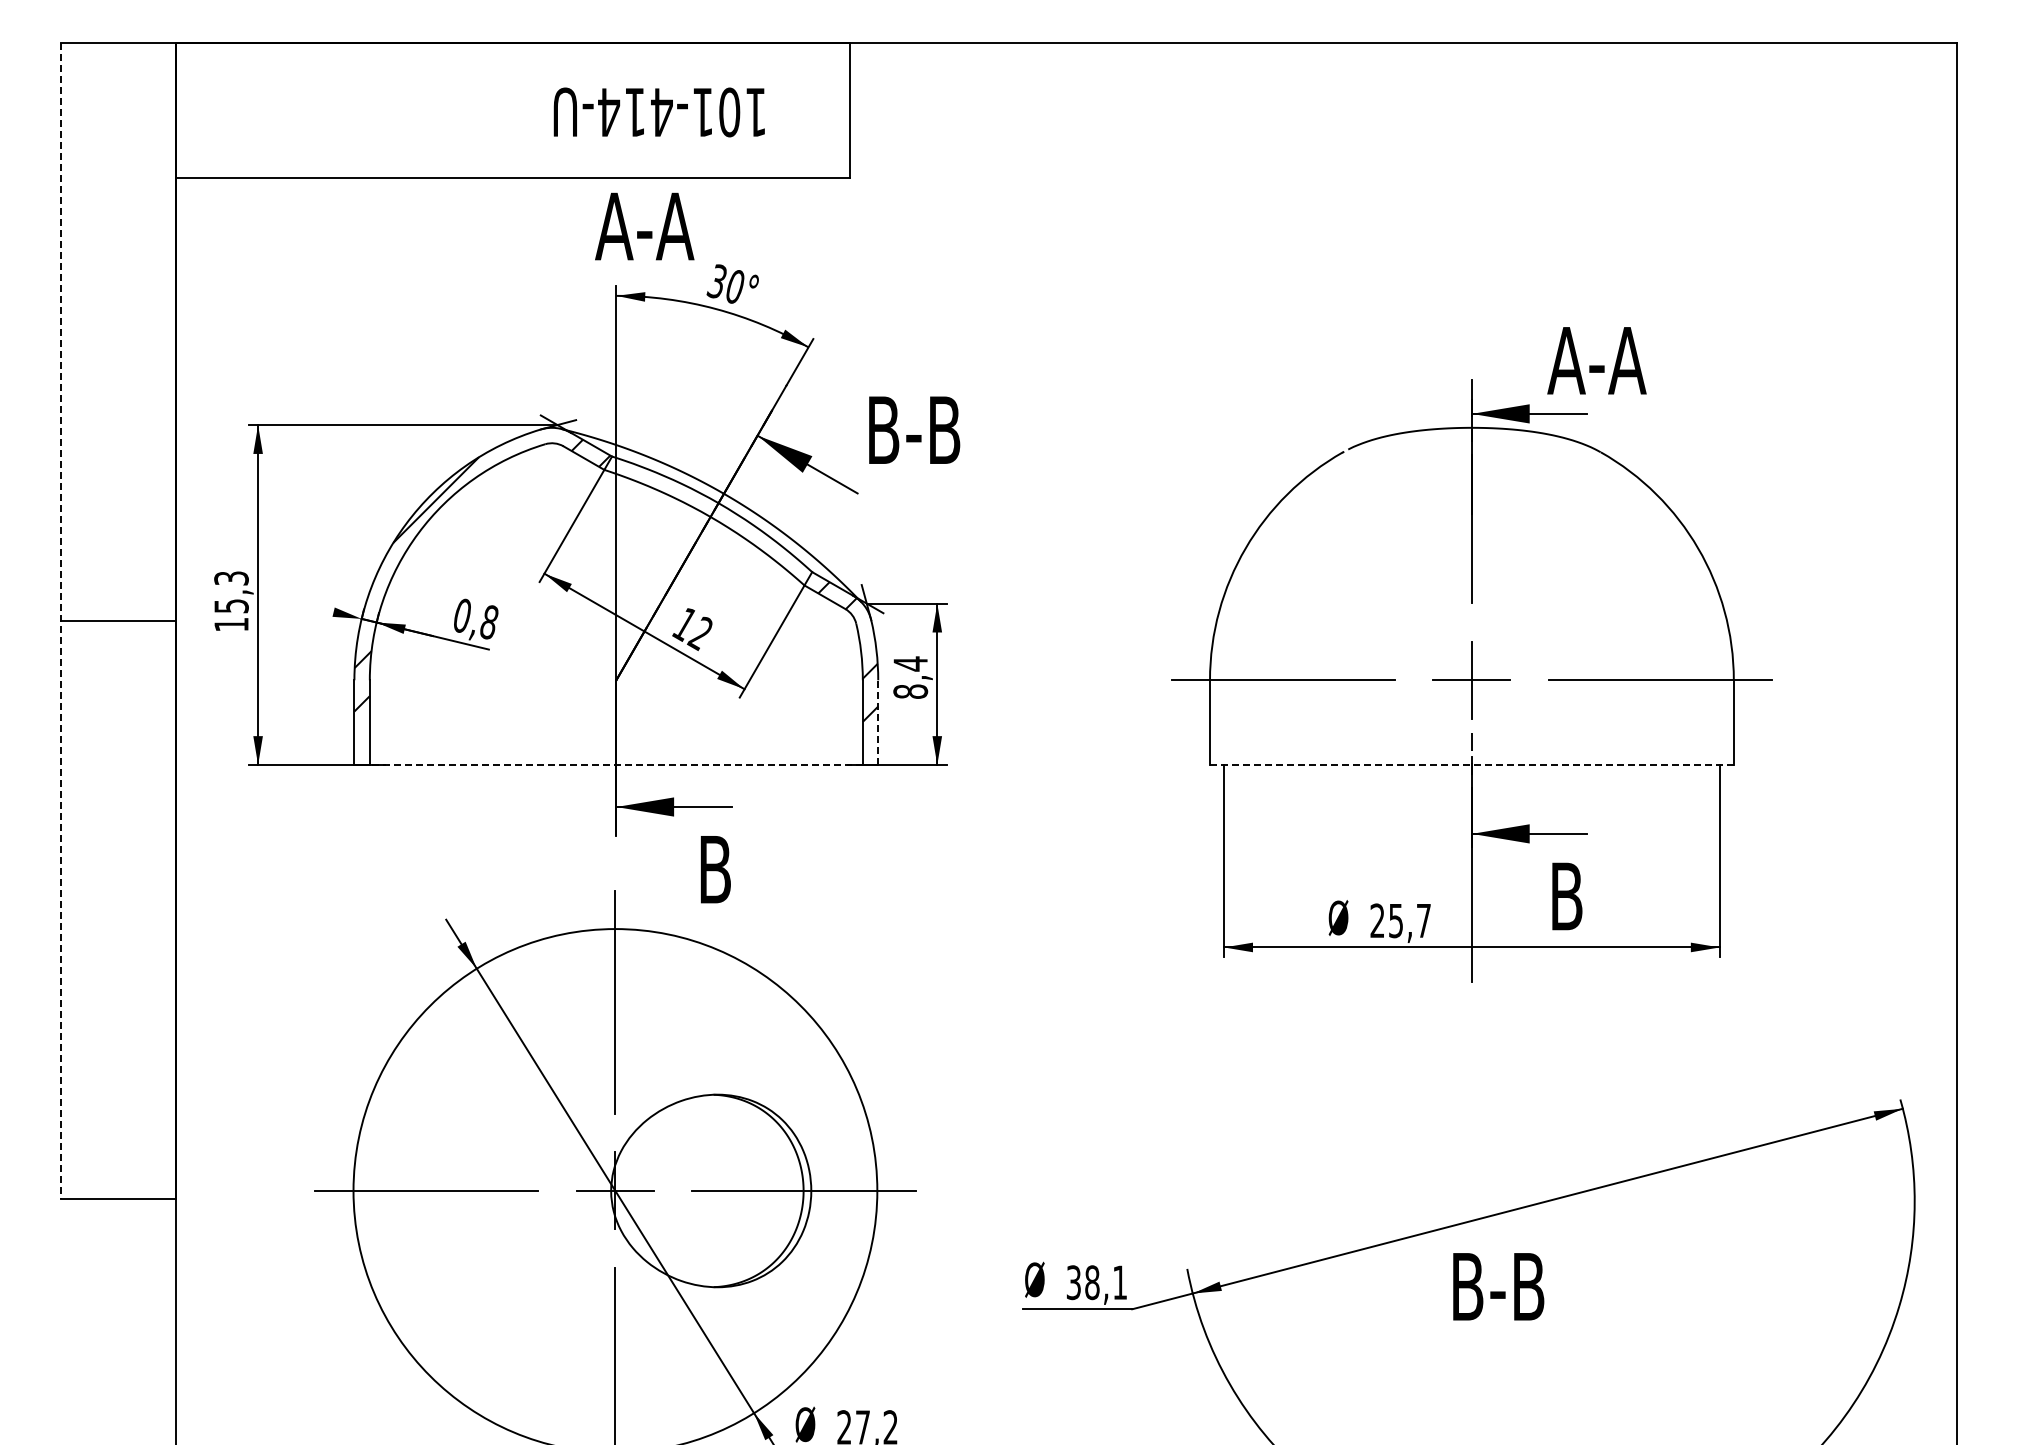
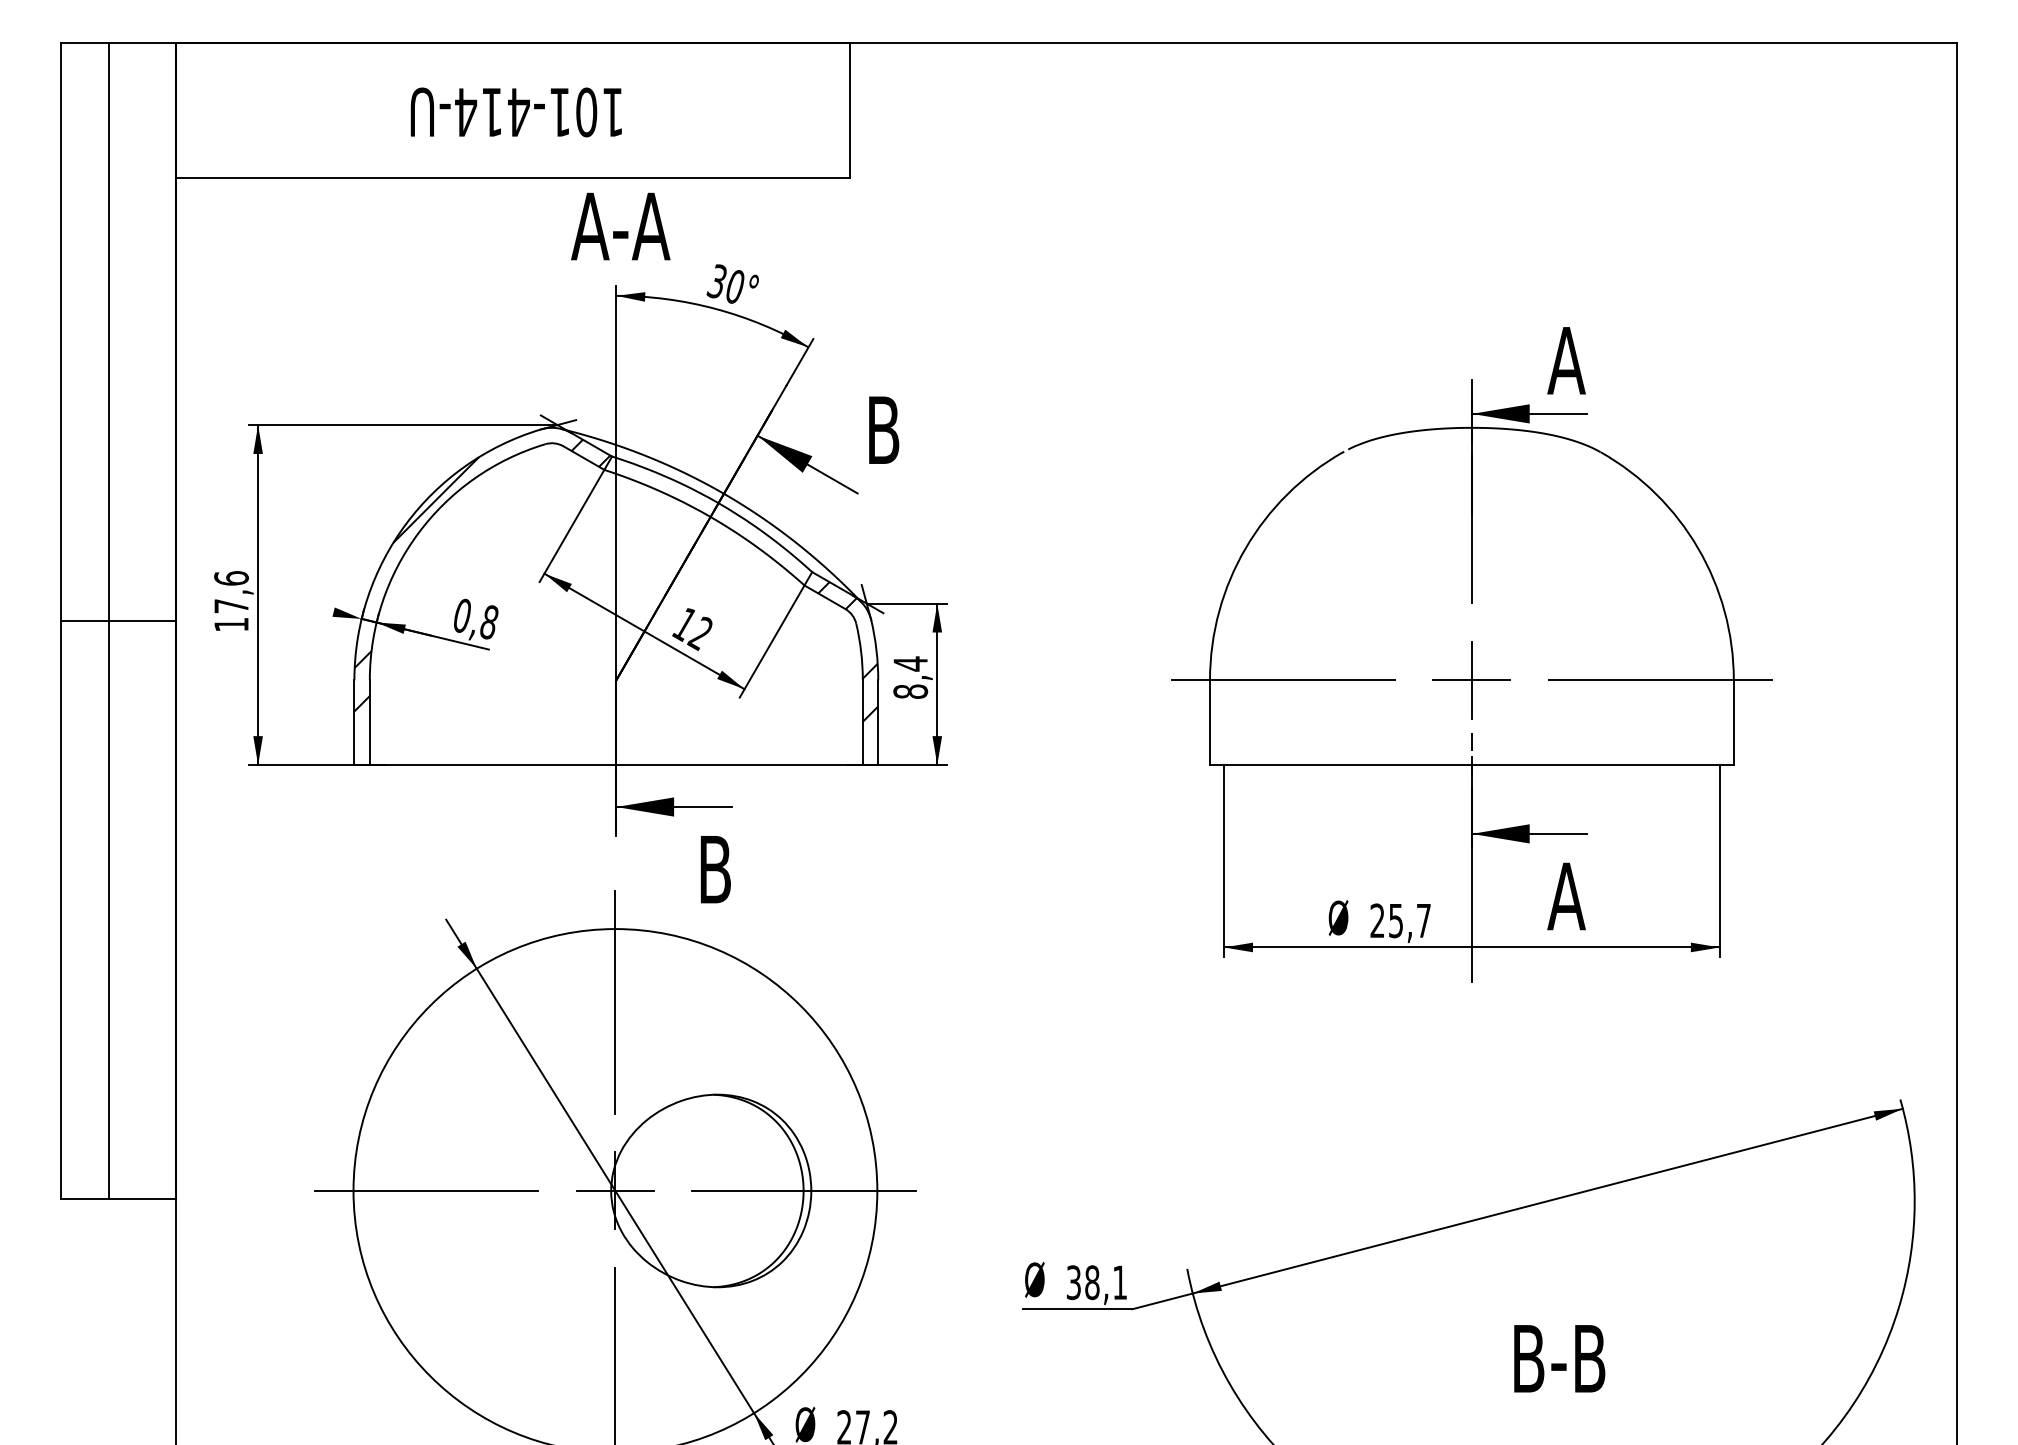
text at (658, 112) position: (658, 112) -> (515, 112)
text at (644, 226) position: (644, 226) -> (620, 226)
text at (1617, 360): A-A -> A
text at (933, 429): B-B -> B
text at (231, 592): 15,3 -> 17,6
line at (108, 620): none -> present
line at (60, 621): dashed -> solid
line at (878, 722): dashed -> solid
line at (616, 765): dashed -> solid
line at (1471, 765): dashed -> solid
text at (1566, 896): B -> A
text at (1498, 1286) position: (1498, 1286) -> (1559, 1358)
